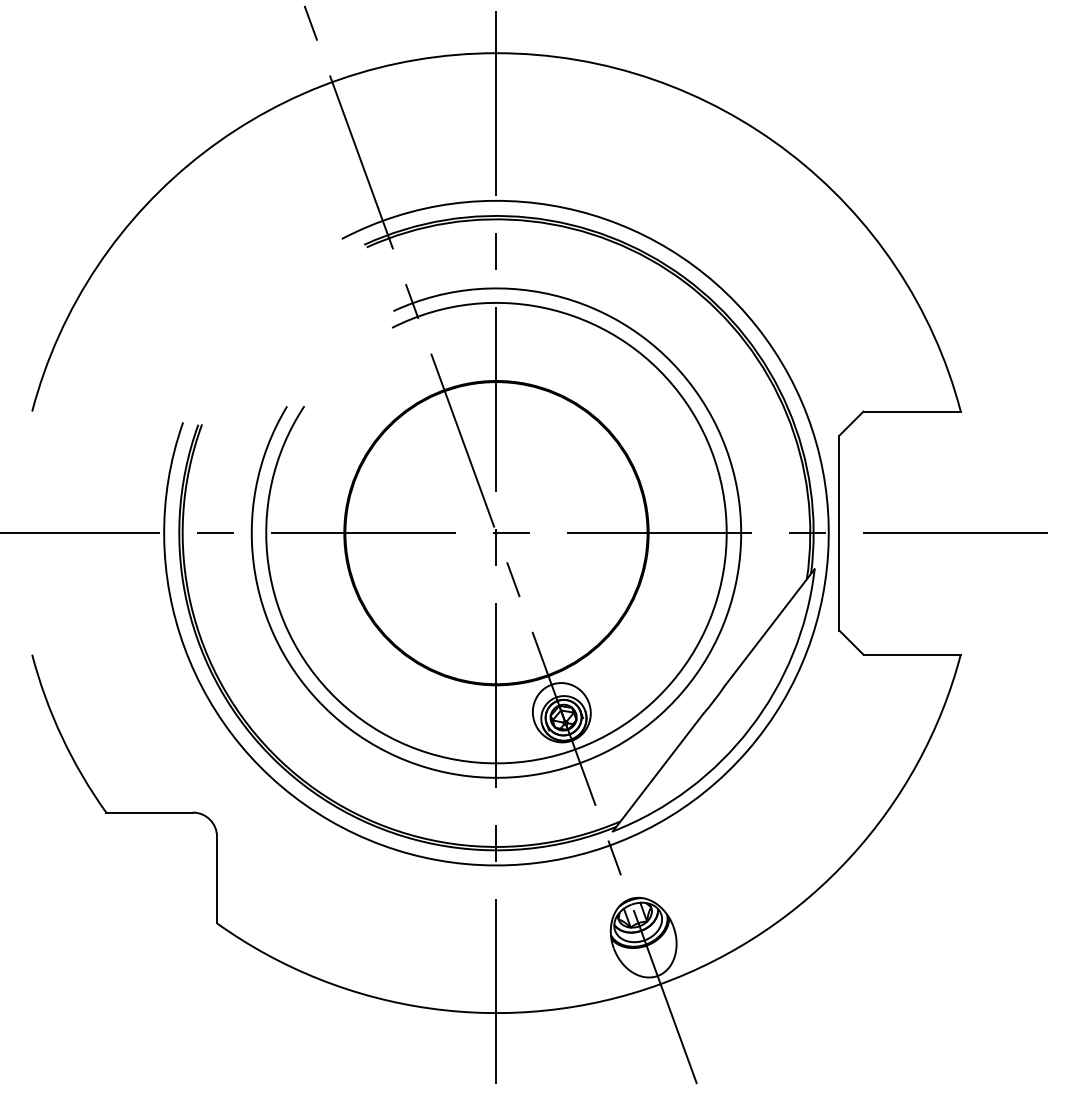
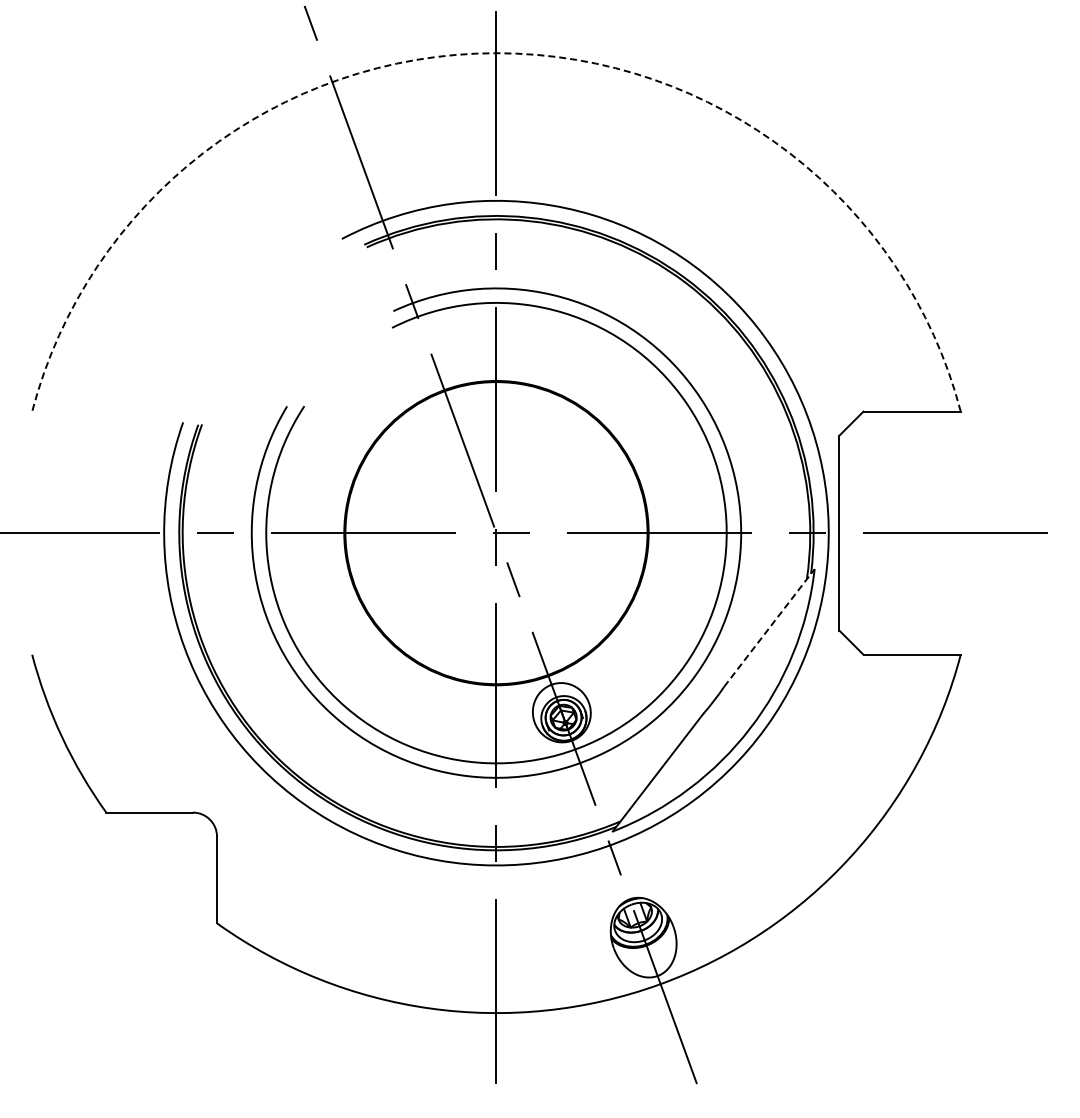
arc at (496, 53): solid -> dashed
line at (769, 627): solid -> dashed
